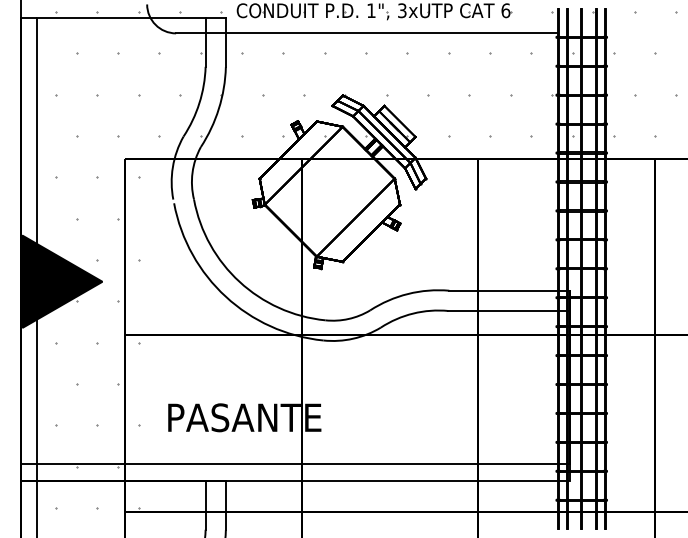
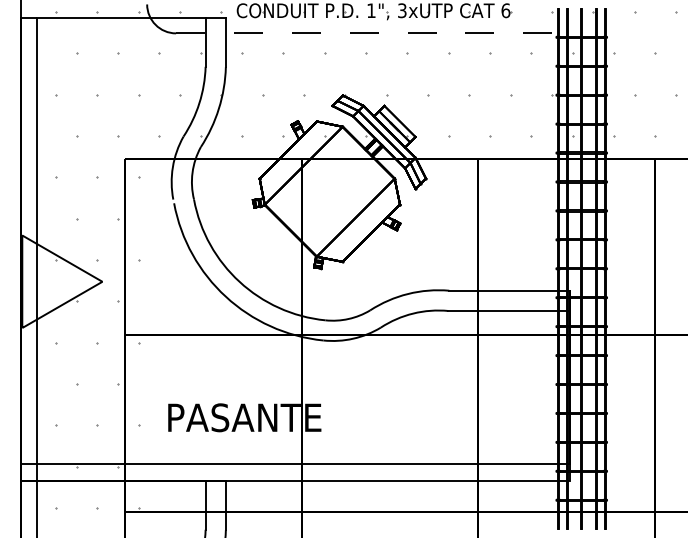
line at (366, 33): solid -> dashed
fill at (62, 281): present -> none
